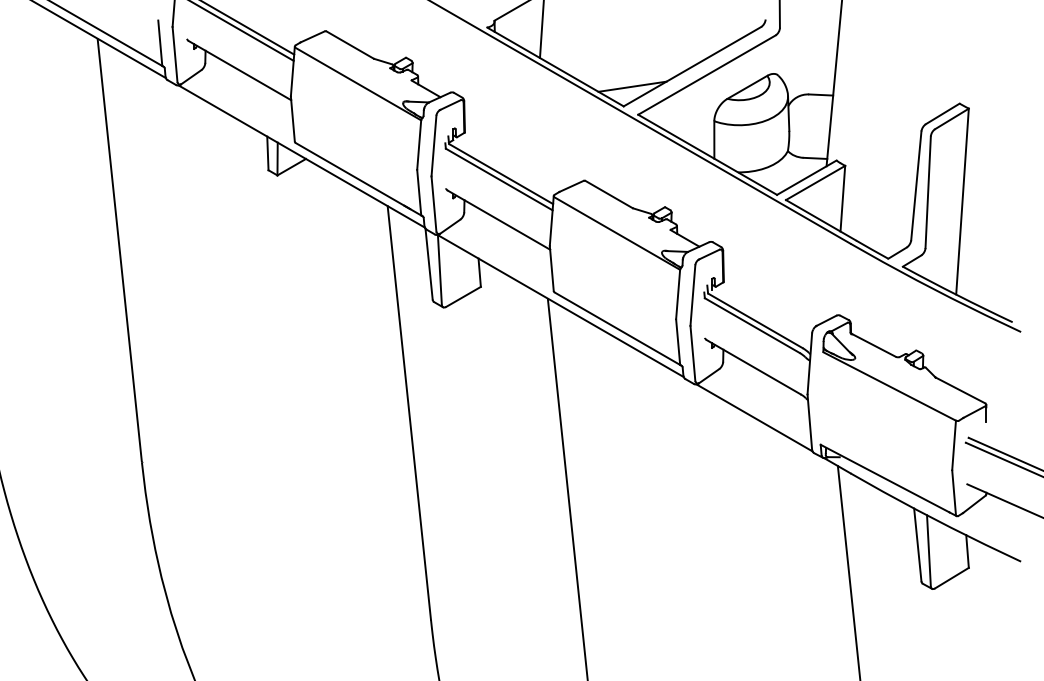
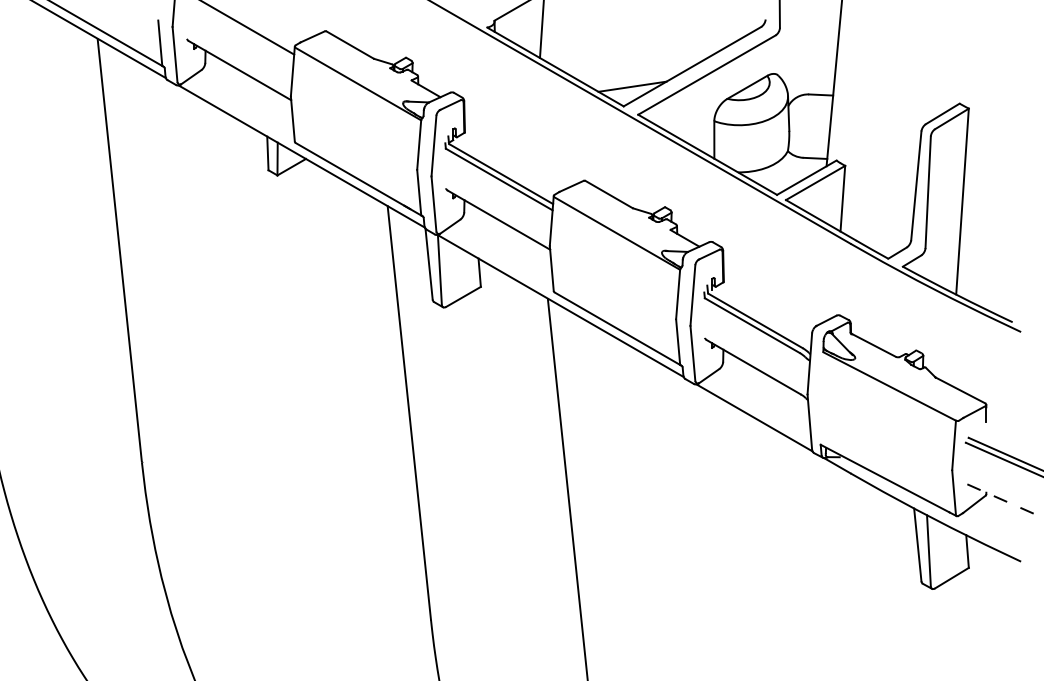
line at (242, 31): present -> none
line at (1005, 501): solid -> dashed
line at (848, 571): present -> none
